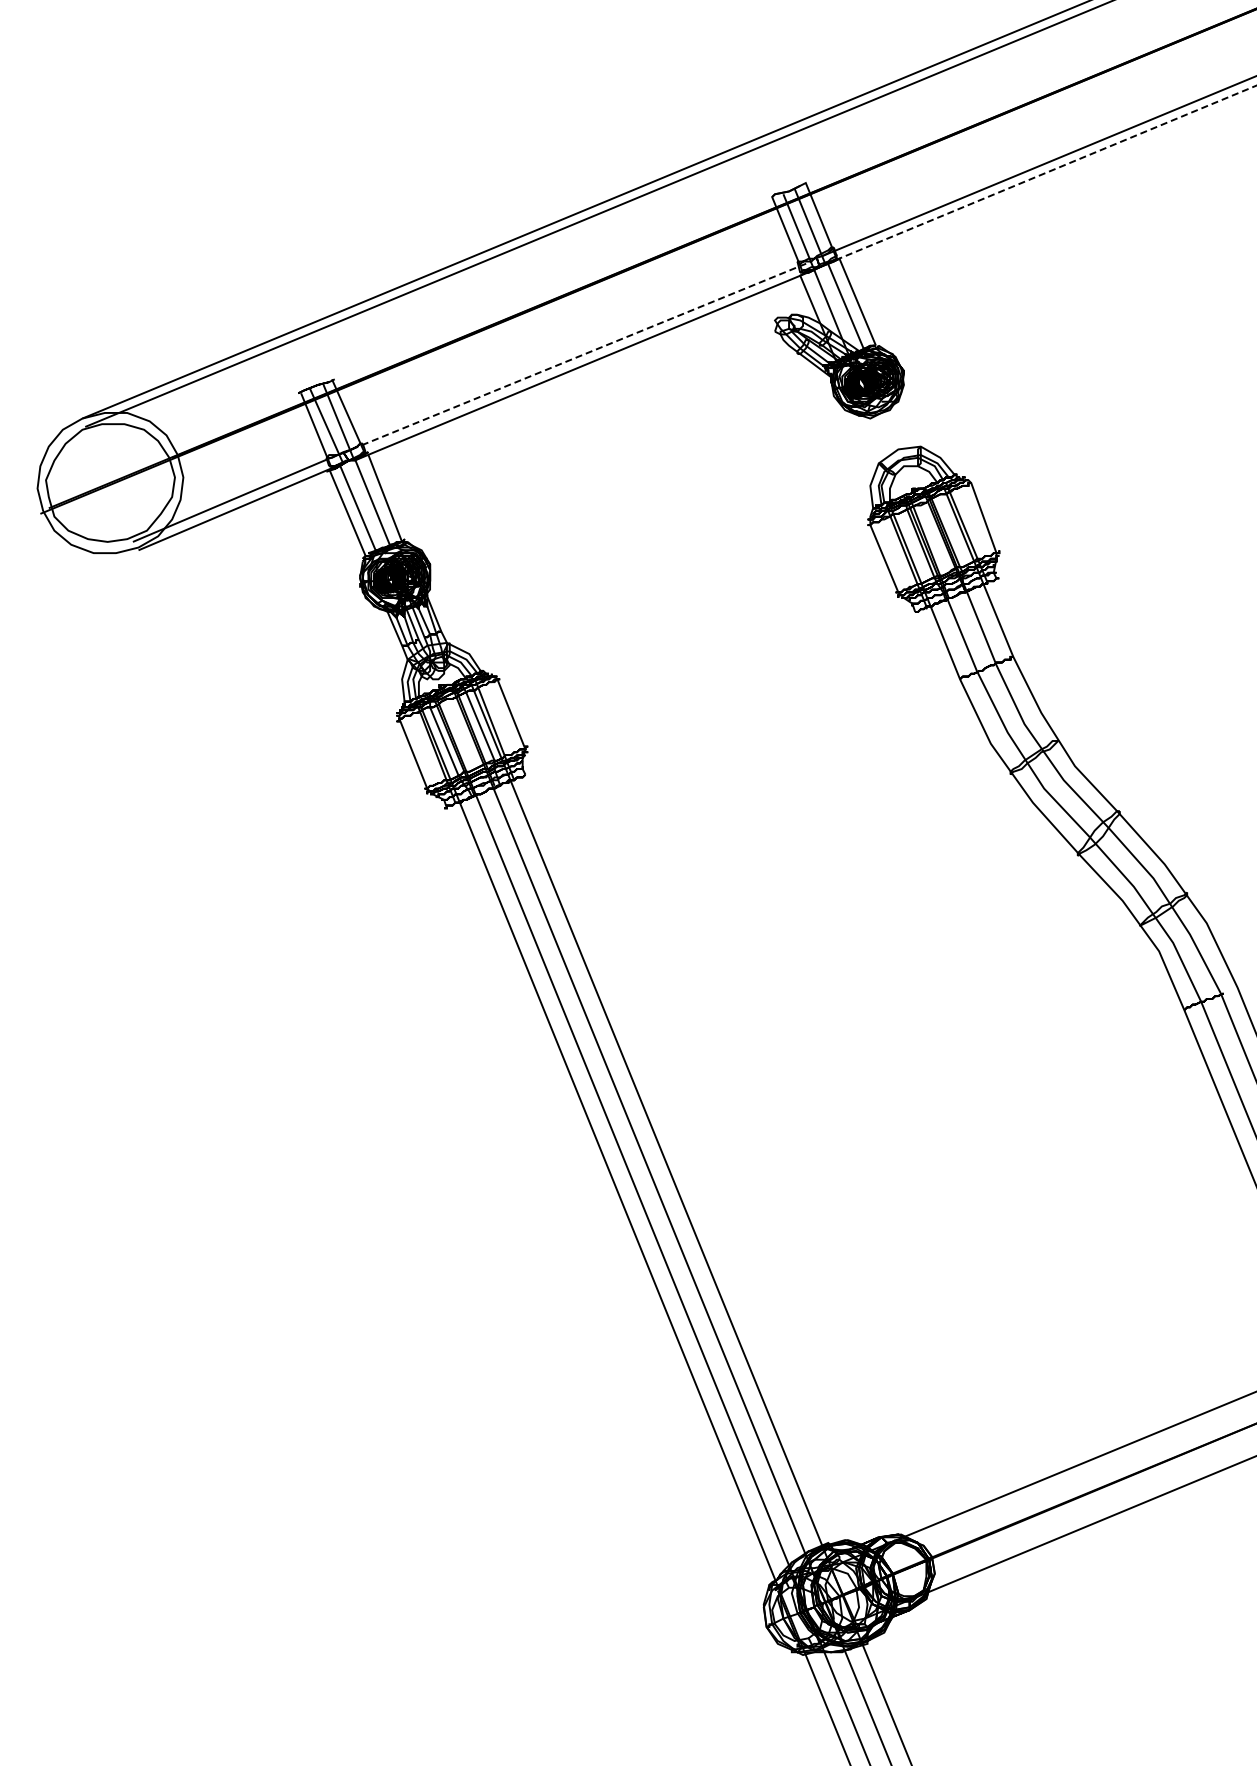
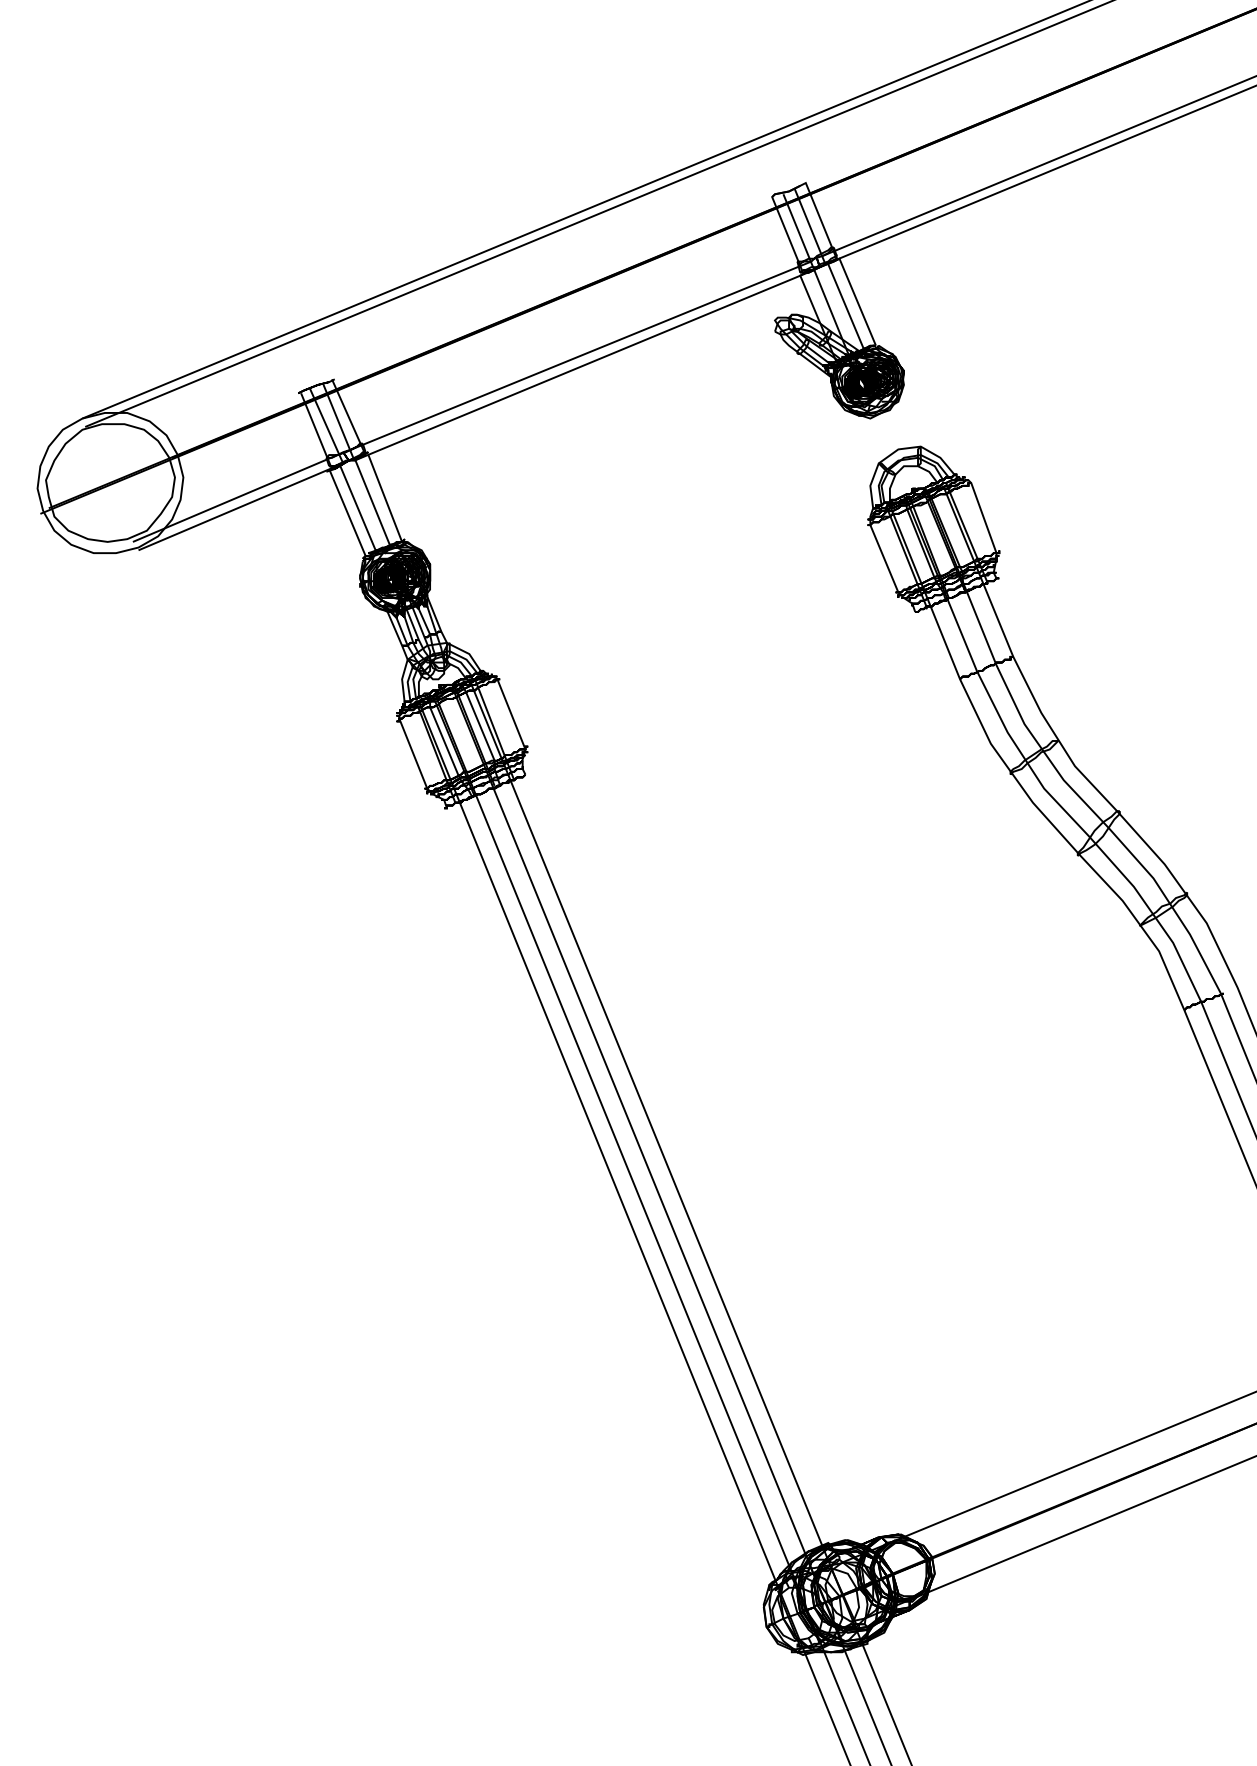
line at (1041, 174): dashed -> solid
line at (581, 355): dashed -> solid
